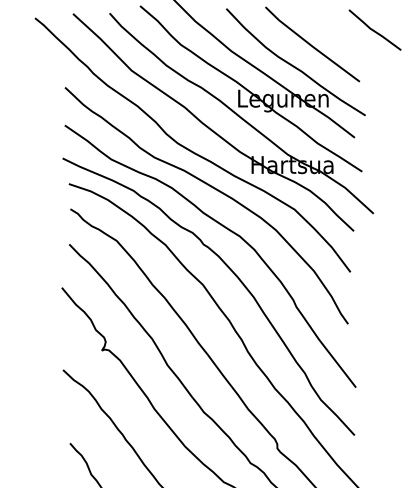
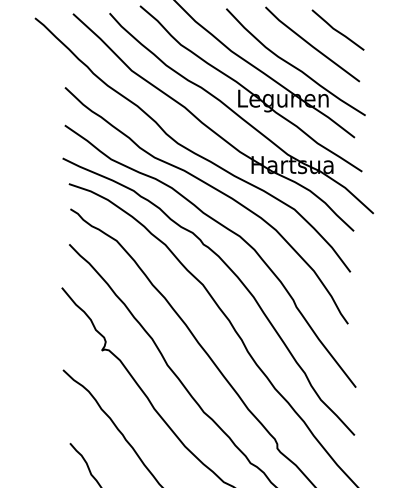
line at (373, 29) position: (373, 29) -> (336, 29)
